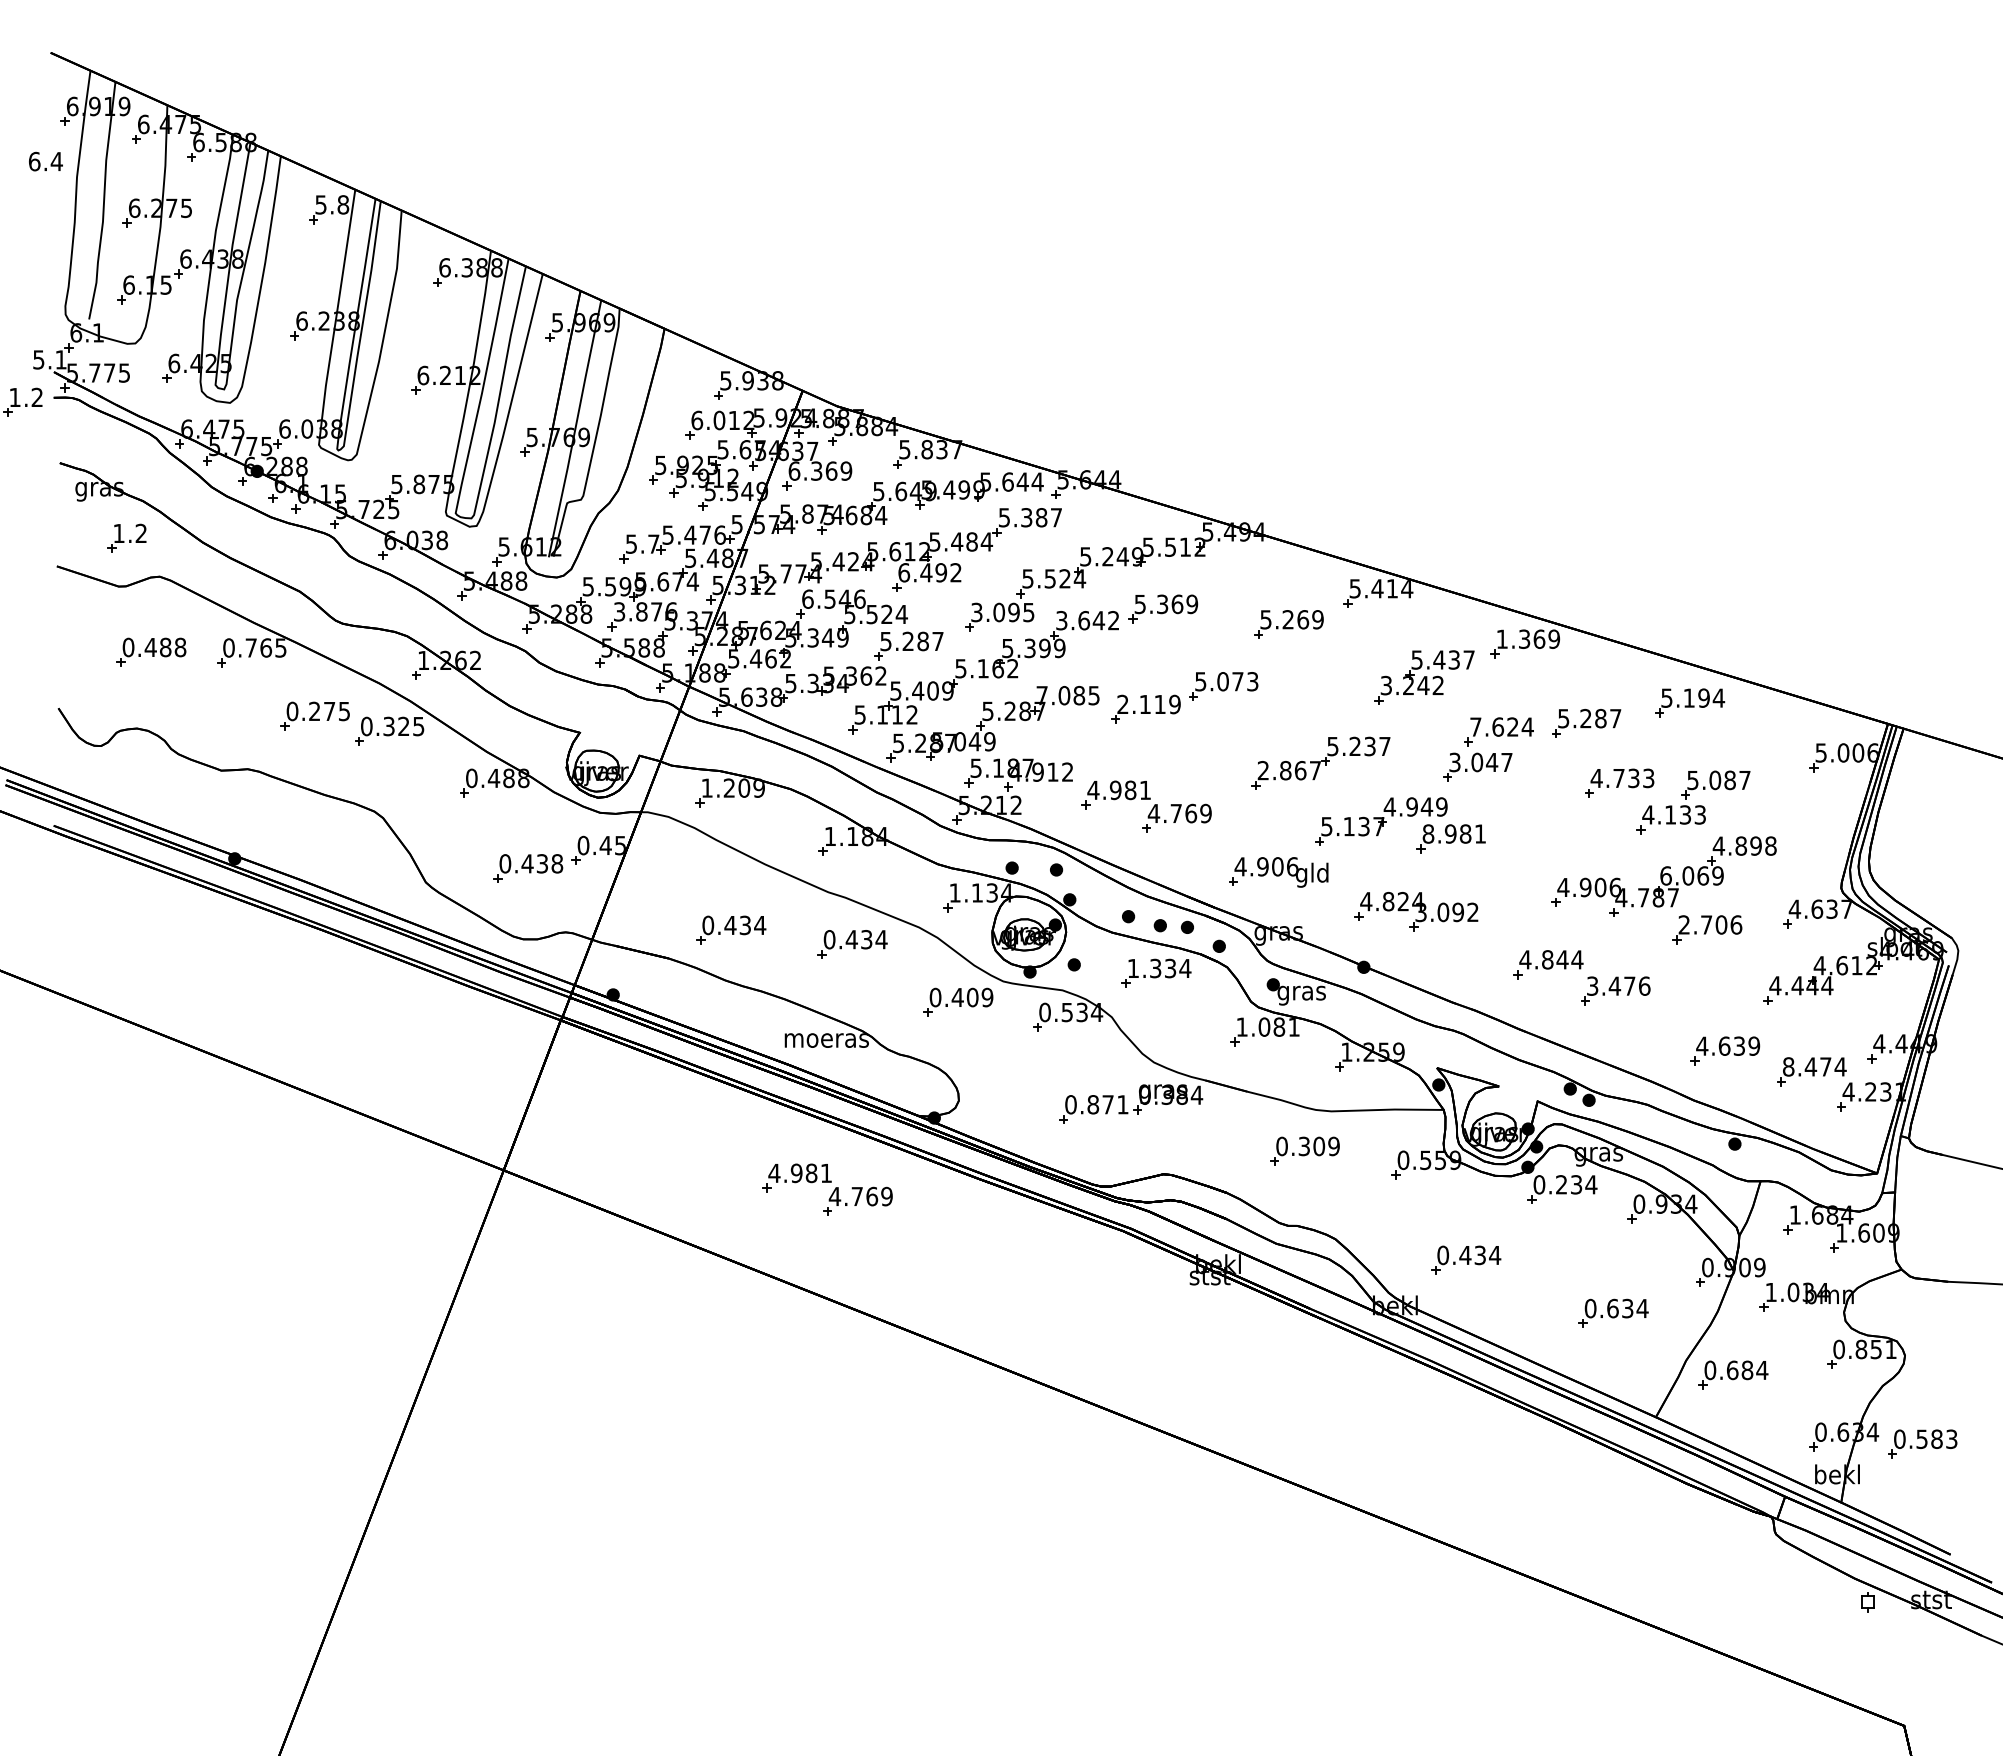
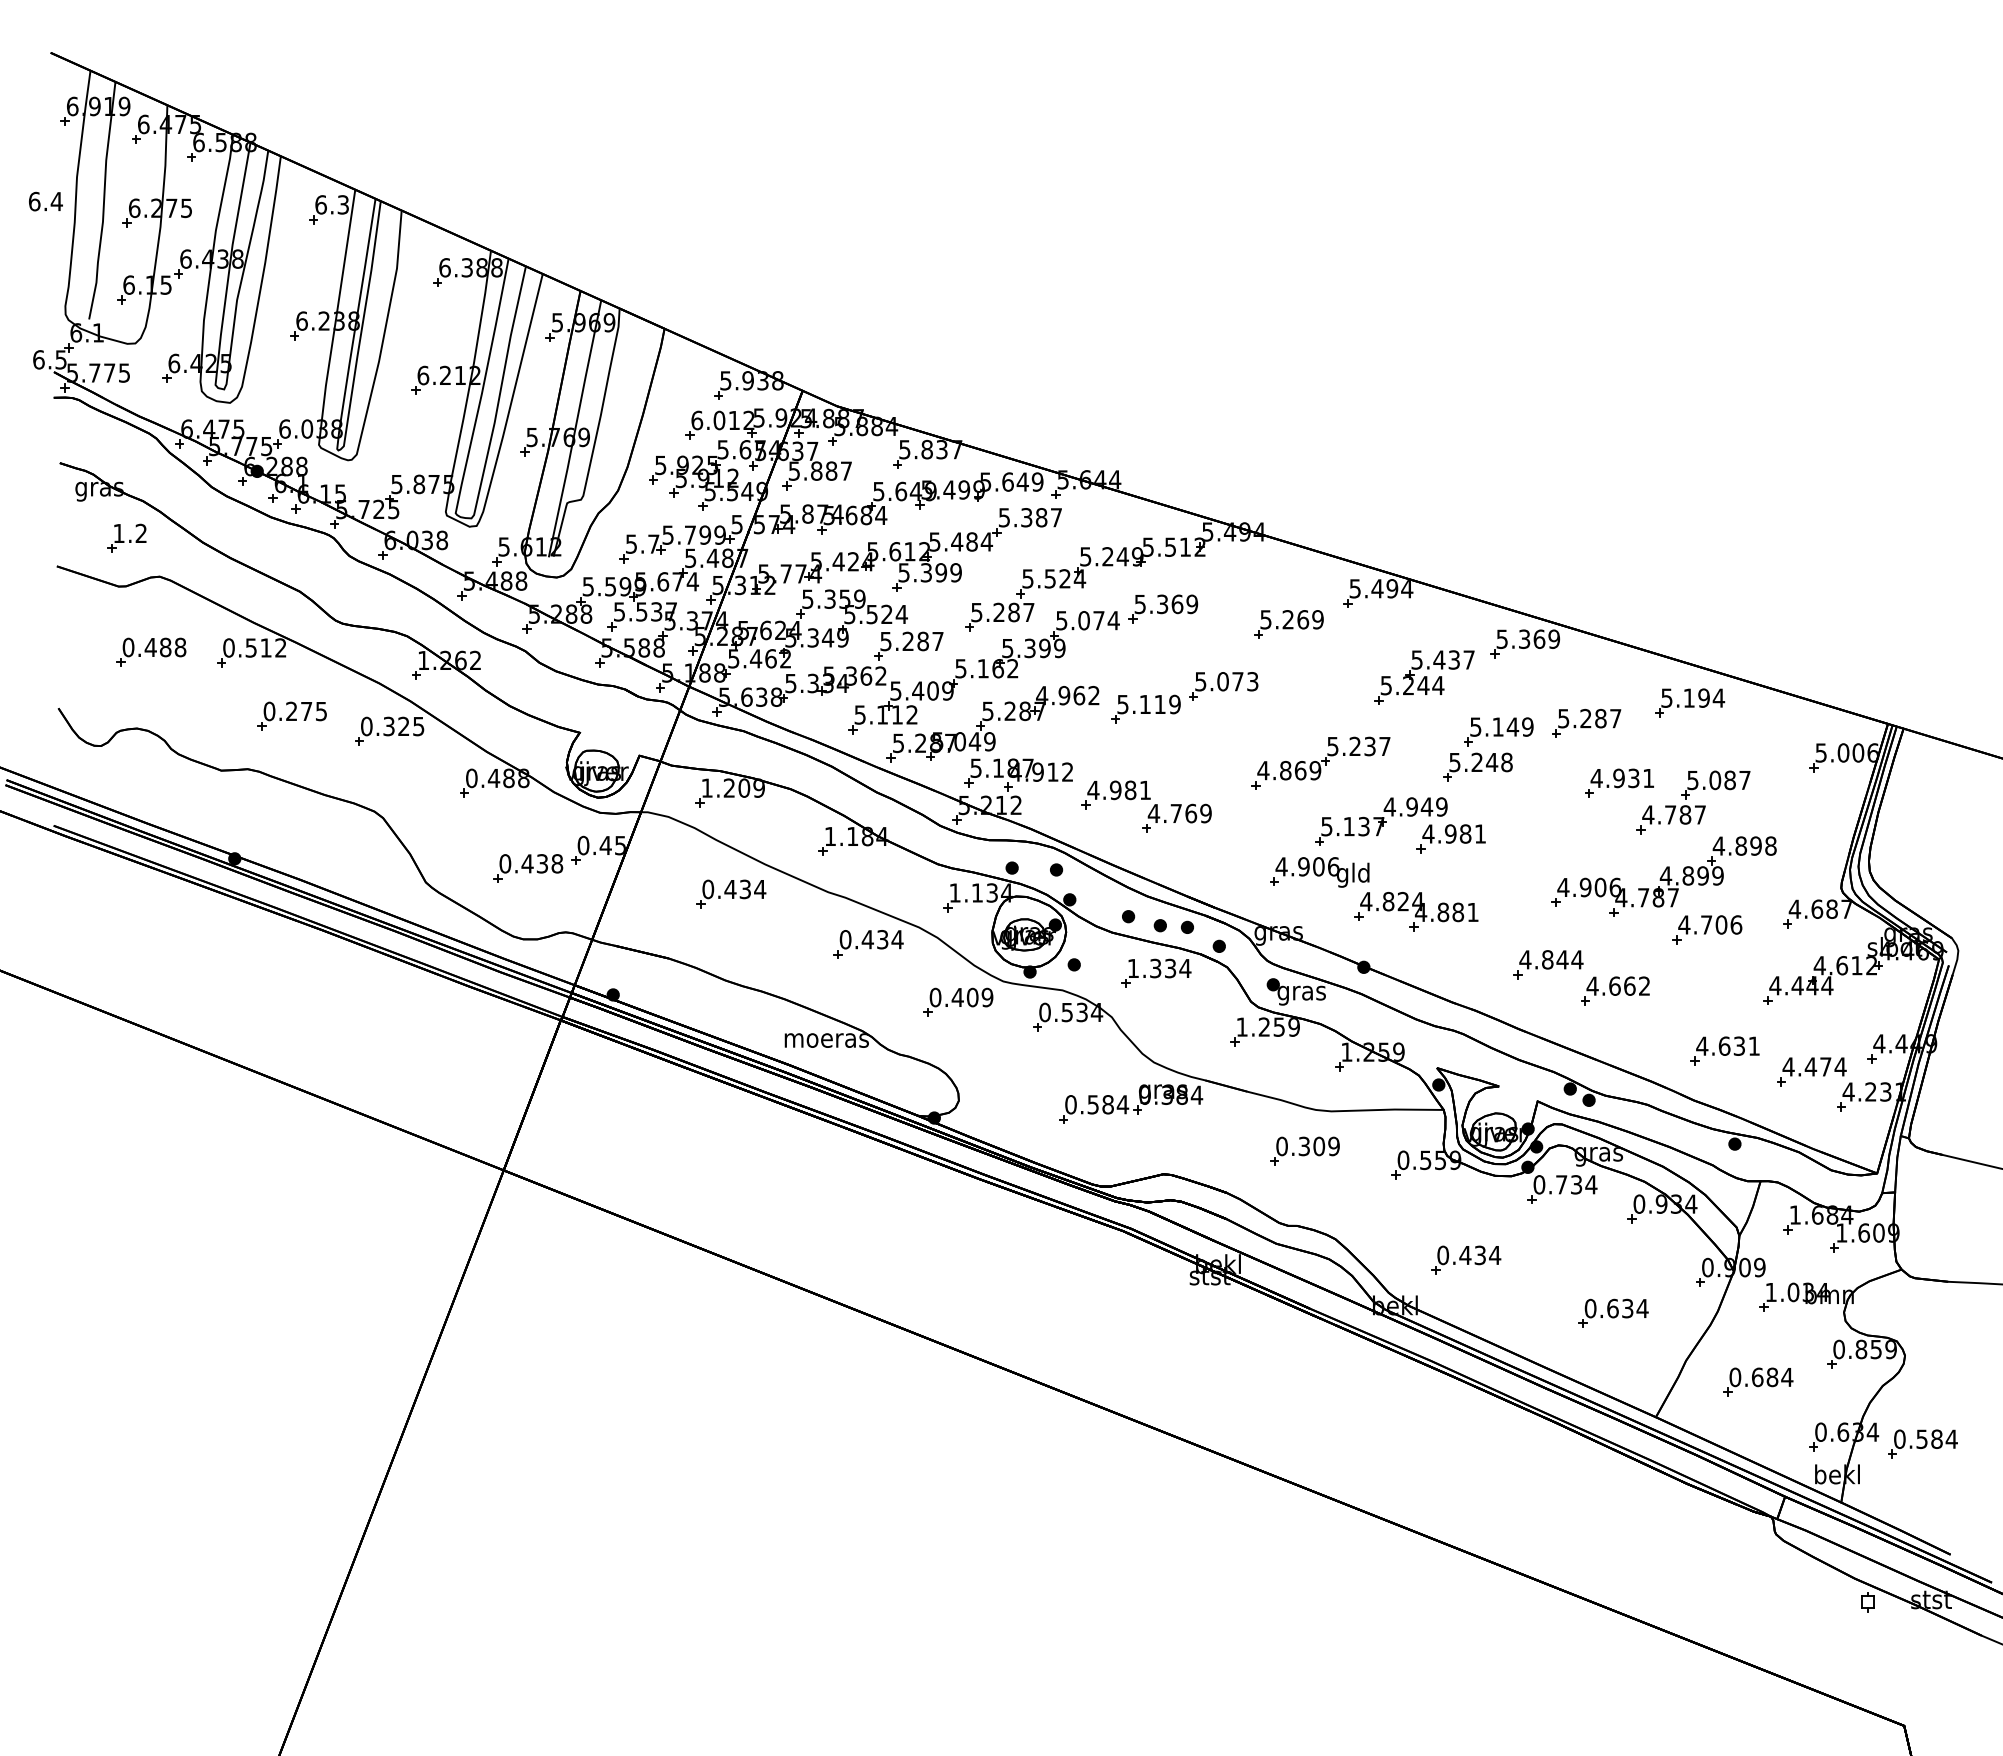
text at (45, 161) position: (45, 161) -> (45, 201)
text at (332, 204): 5.8 -> 6.3
text at (49, 359): 5.1 -> 6.5
part at (22, 401): present -> none
text at (820, 470): 6.369 -> 5.887
text at (1037, 481): 5.644 -> 5.649
text at (705, 534): 5.476 -> 5.799
text at (929, 572): 6.492 -> 5.399
text at (1392, 588): 5.414 -> 5.494
text at (833, 598): 6.546 -> 5.359
text at (645, 611): 3.876 -> 5.537
text at (1002, 612): 3.095 -> 5.287
text at (1087, 620): 3.642 -> 5.074
text at (1501, 638): 1.369 -> 5.369
text at (265, 647): 0.765 -> 0.512
text at (1412, 685): 3.242 -> 5.244
text at (1067, 695): 7.085 -> 4.962
text at (1122, 704): 2.119 -> 5.119
part at (314, 715) position: (314, 715) -> (291, 715)
text at (1501, 726): 7.624 -> 5.149
text at (1481, 762): 3.047 -> 5.248
text at (1289, 770): 2.867 -> 4.869
text at (1633, 778): 4.733 -> 4.931
text at (1685, 814): 4.133 -> 4.787
text at (1428, 833): 8.981 -> 4.981
part at (1278, 872) position: (1278, 872) -> (1319, 872)
text at (1684, 875): 6.069 -> 4.899
text at (1831, 908): 4.637 -> 4.687
text at (1446, 912): 3.092 -> 4.881
text at (1684, 924): 2.706 -> 4.706
part at (731, 929) position: (731, 929) -> (731, 893)
part at (852, 944) position: (852, 944) -> (868, 944)
text at (1618, 985): 3.476 -> 4.662
text at (1278, 1026): 1.081 -> 1.259
text at (1754, 1045): 4.639 -> 4.631
text at (1788, 1066): 8.474 -> 4.474
text at (1108, 1104): 0.871 -> 0.584
text at (1561, 1184): 0.234 -> 0.734
part at (827, 1189): present -> none
text at (1890, 1349): 0.851 -> 0.859
part at (1733, 1374) position: (1733, 1374) -> (1758, 1381)
text at (1951, 1439): 0.583 -> 0.584
